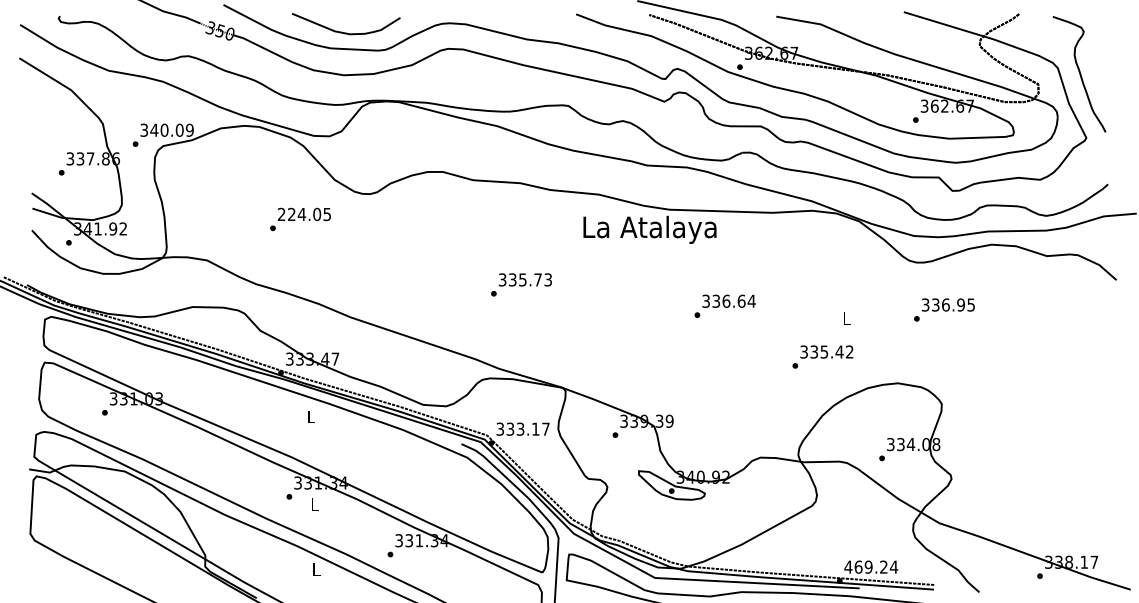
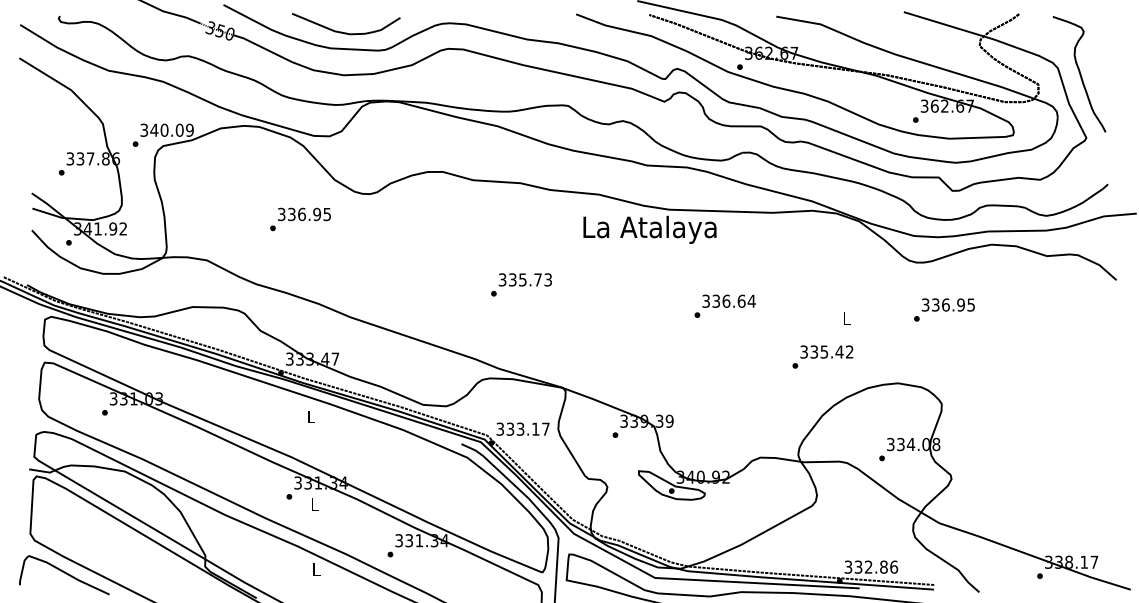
text at (299, 214): 224.05 -> 336.95
text at (870, 566): 469.24 -> 332.86
curve at (64, 573): none -> present
